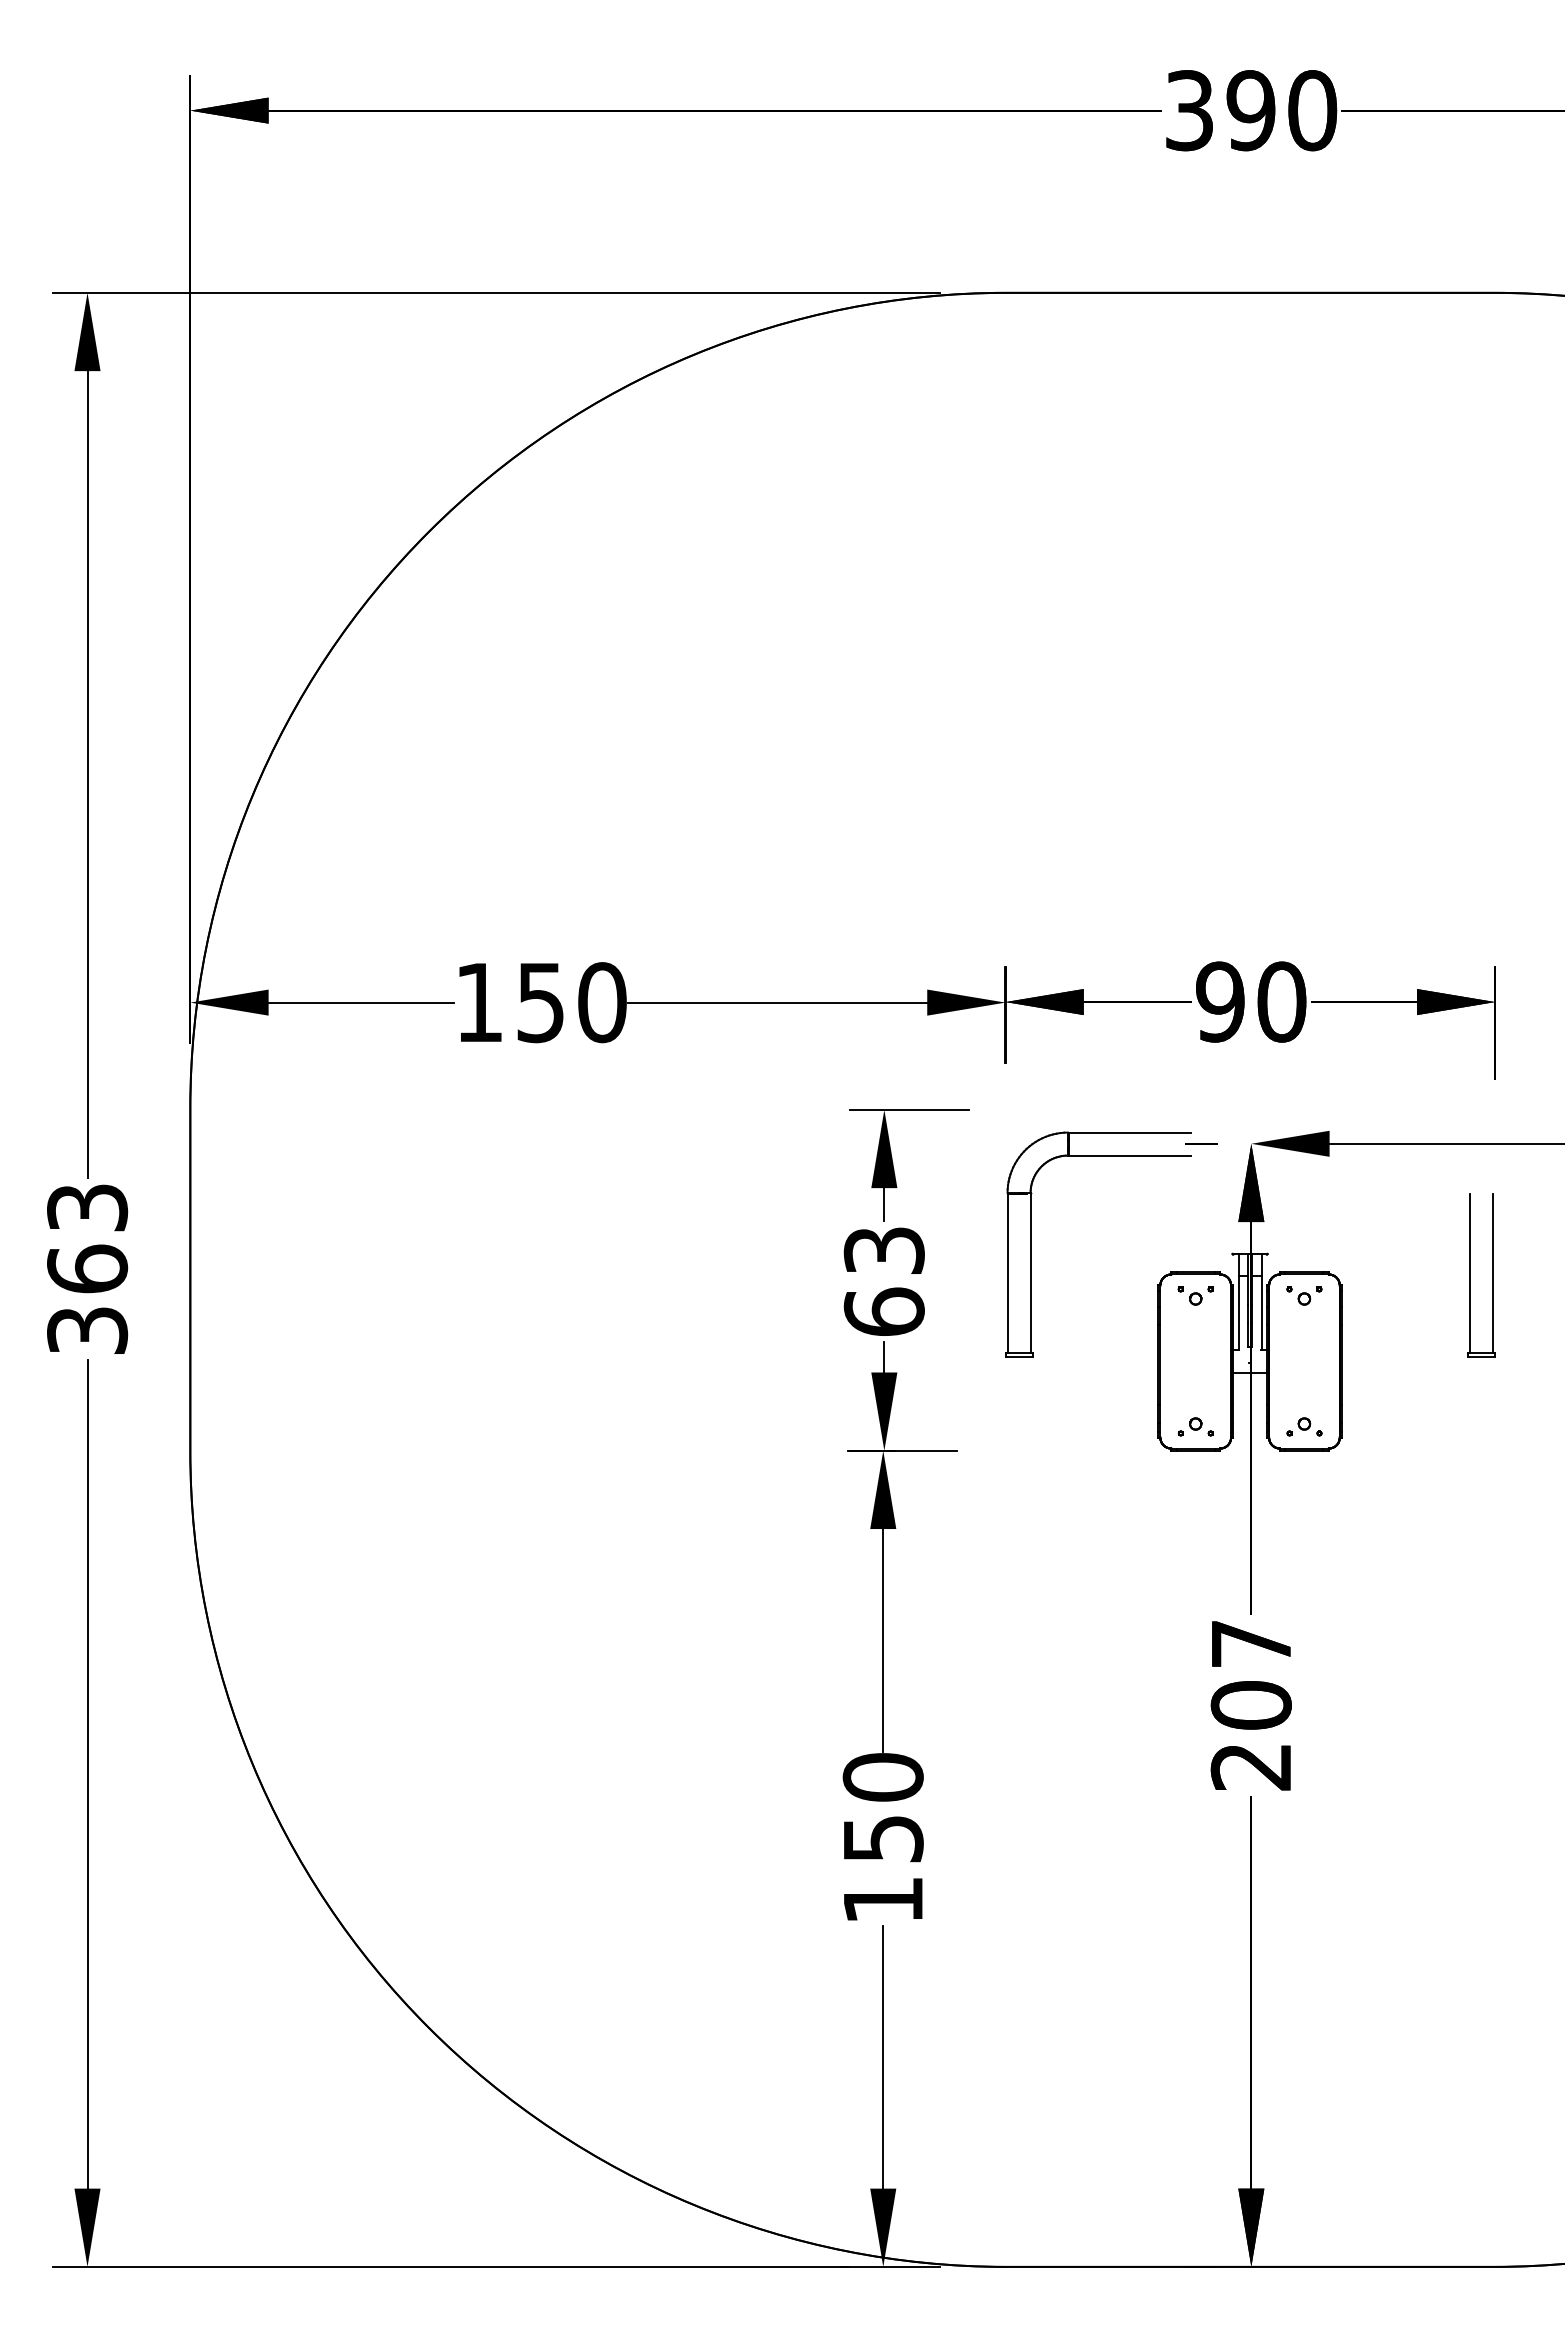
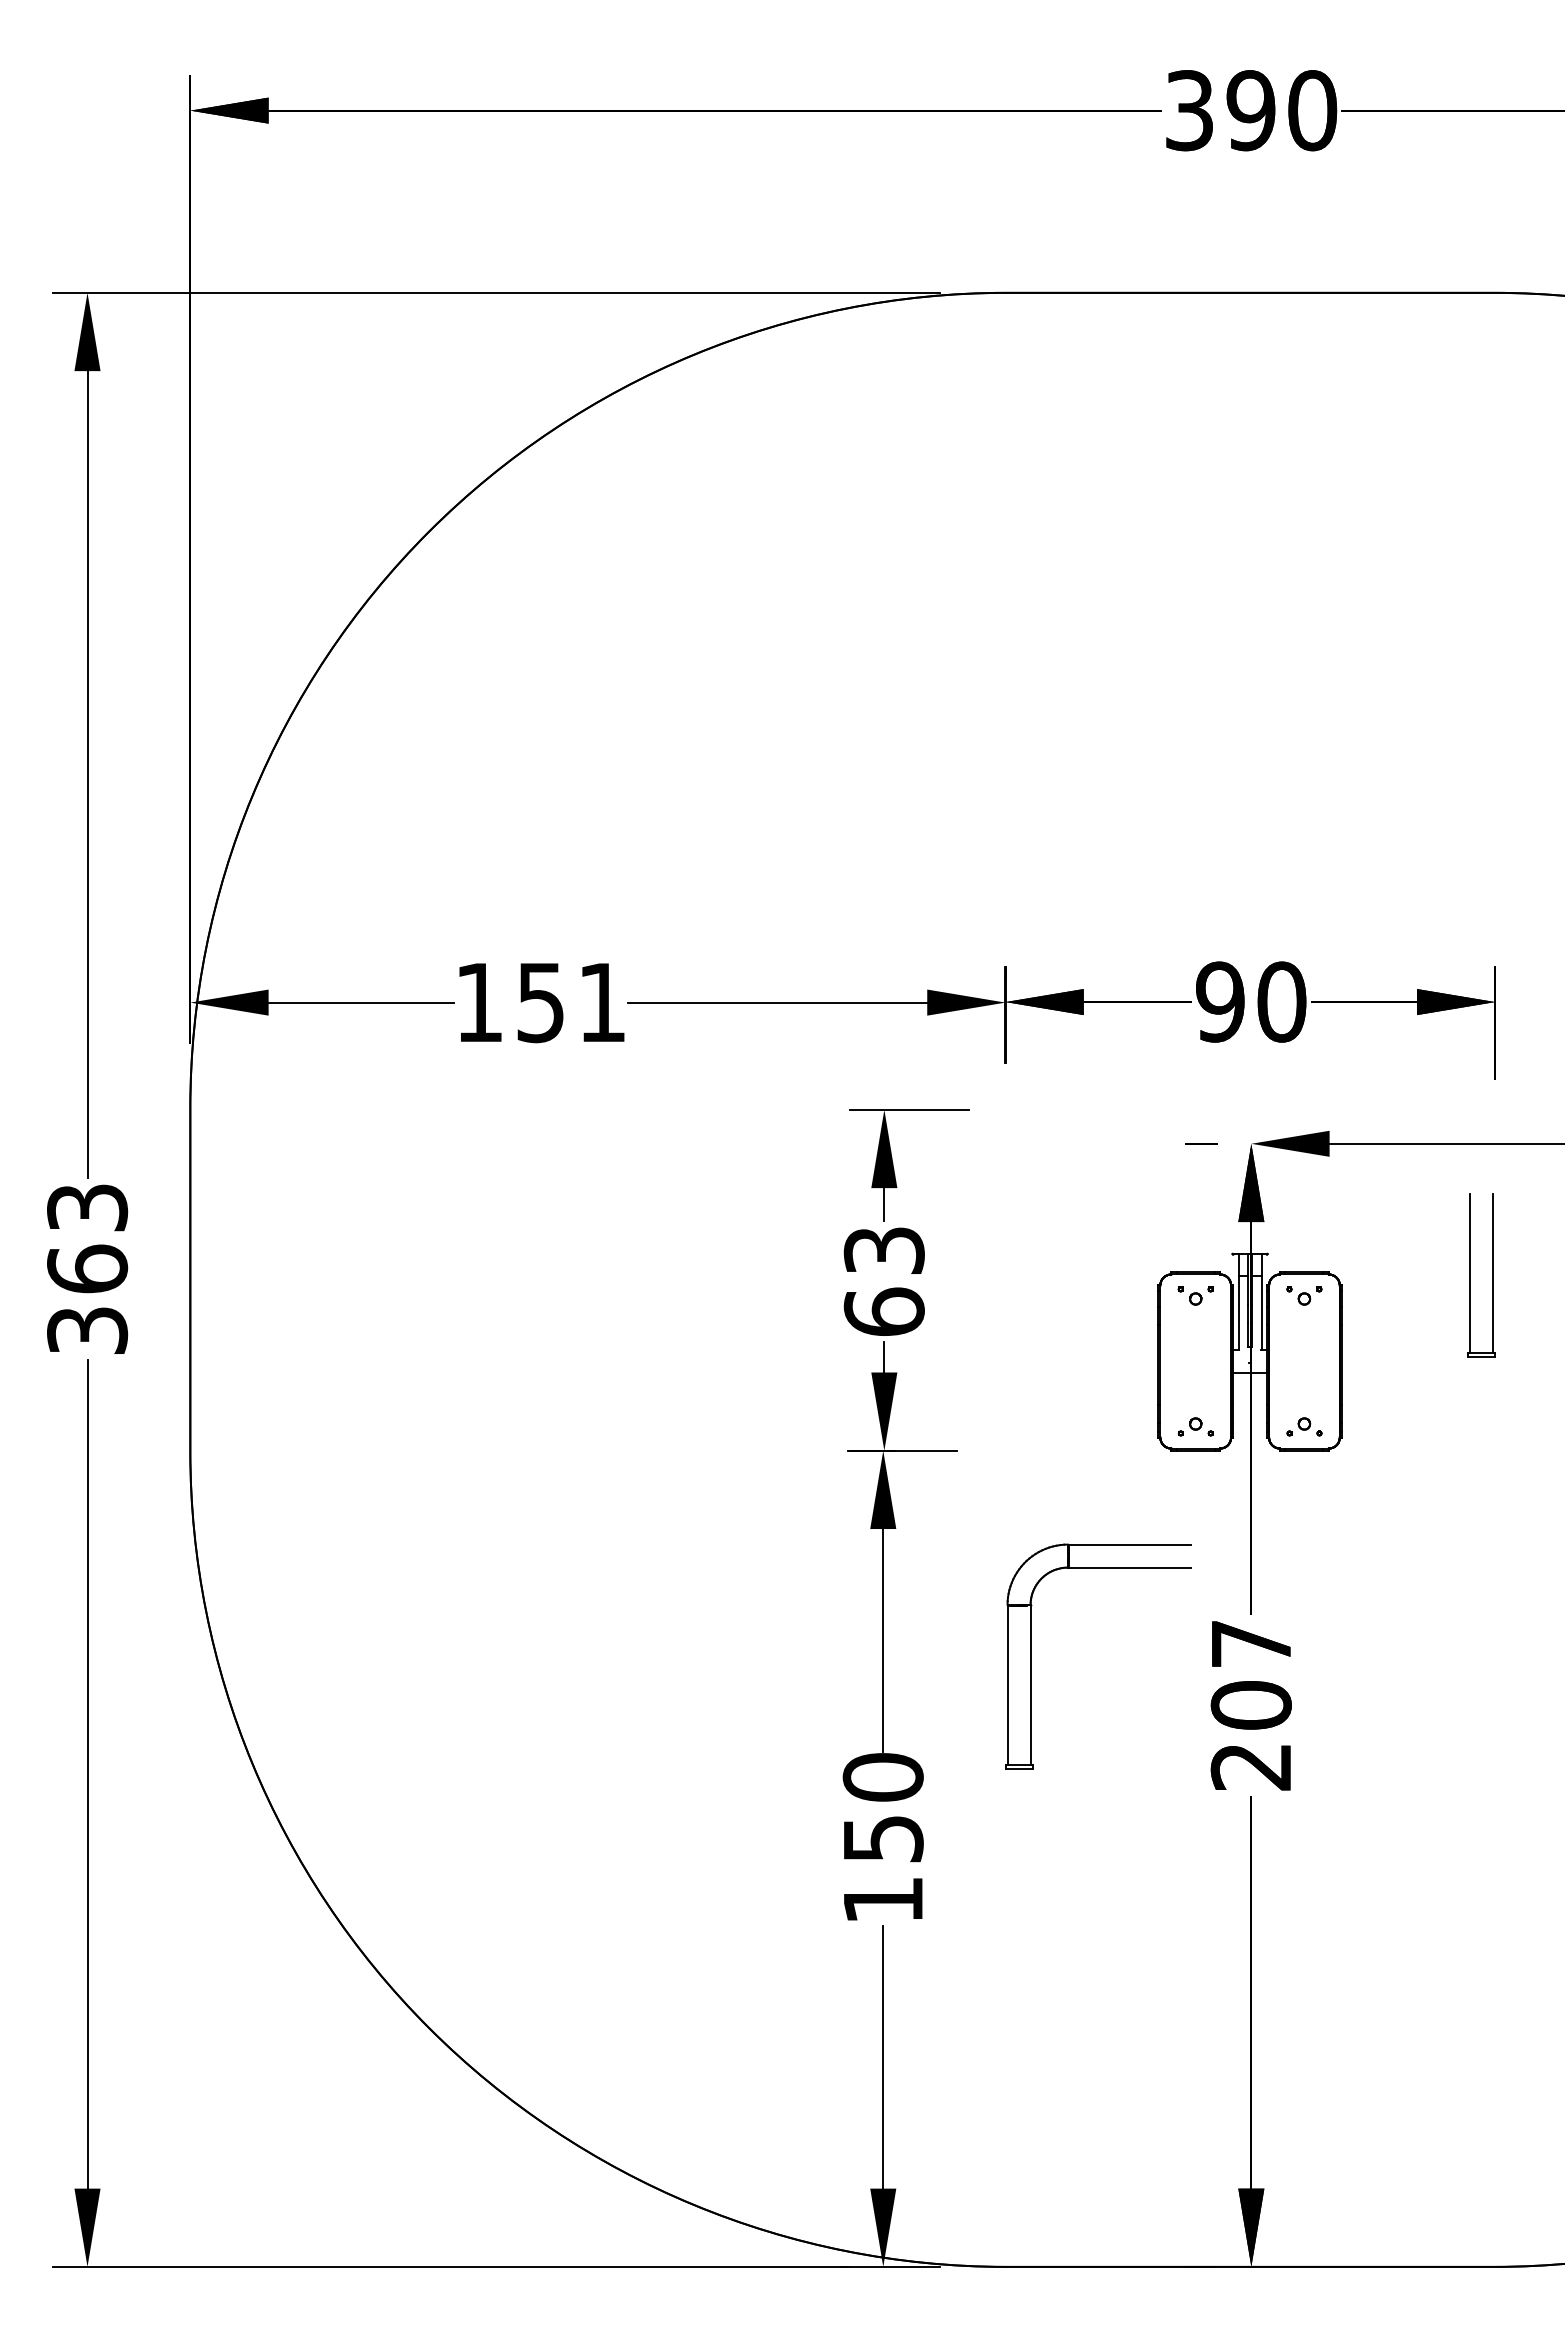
text at (602, 1002): 150 -> 151
part at (1031, 1244) position: (1031, 1244) -> (1031, 1656)
